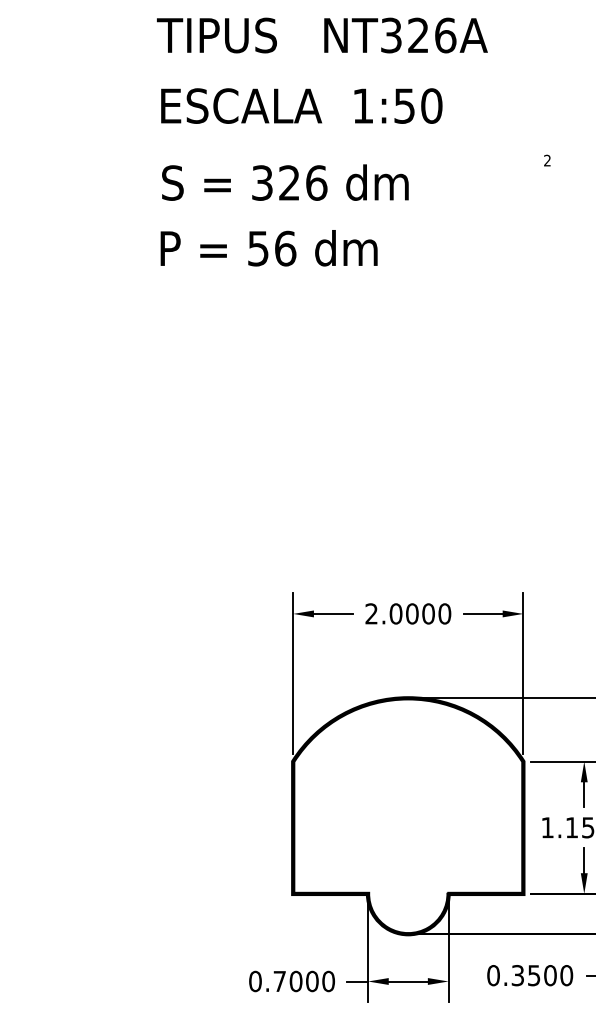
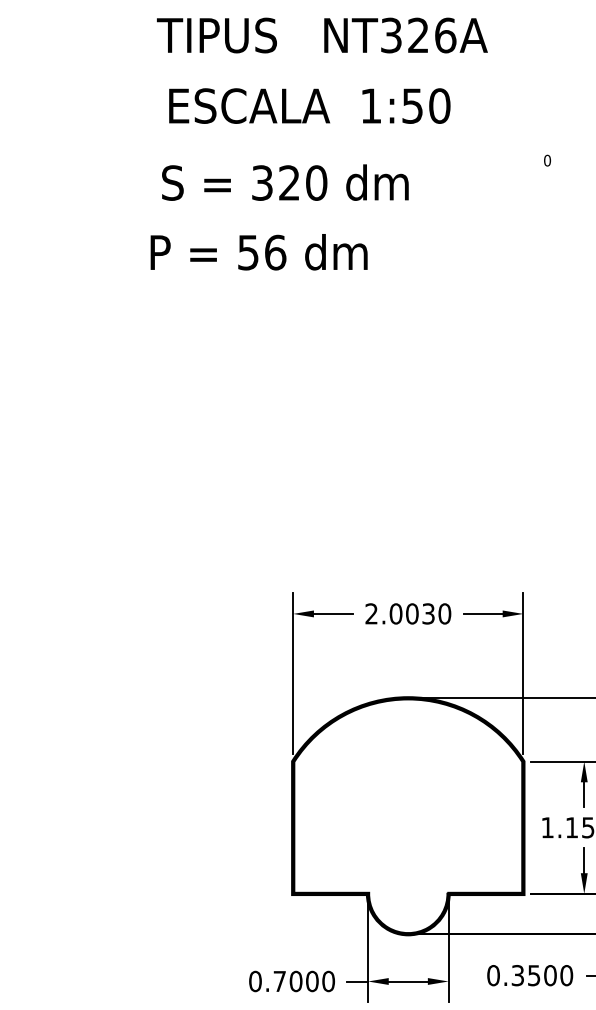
text at (301, 105) position: (301, 105) -> (309, 105)
text at (547, 160): 2 -> 0
text at (316, 182): 326 -> 320
text at (268, 248) position: (268, 248) -> (258, 252)
text at (428, 613): 2.0000 -> 2.0030
